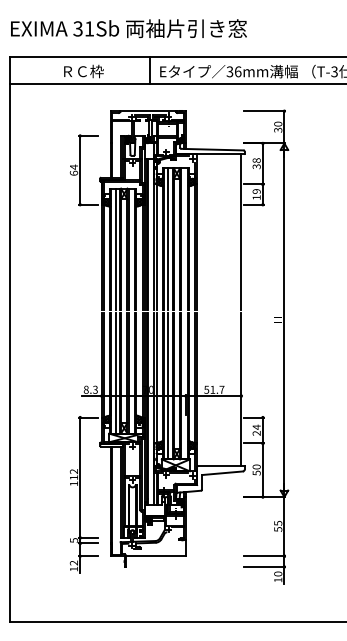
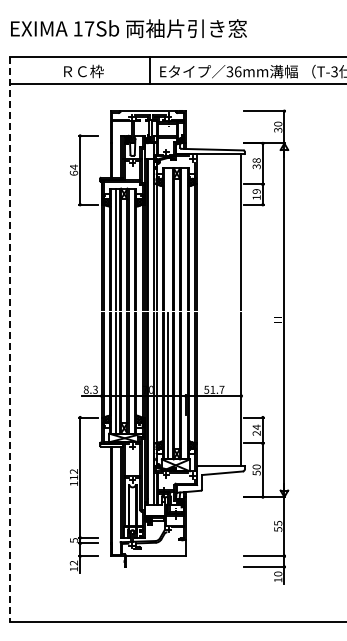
text at (83, 28): 31Sb -> 17Sb
line at (168, 239): present -> none
line at (10, 340): solid -> dashed
